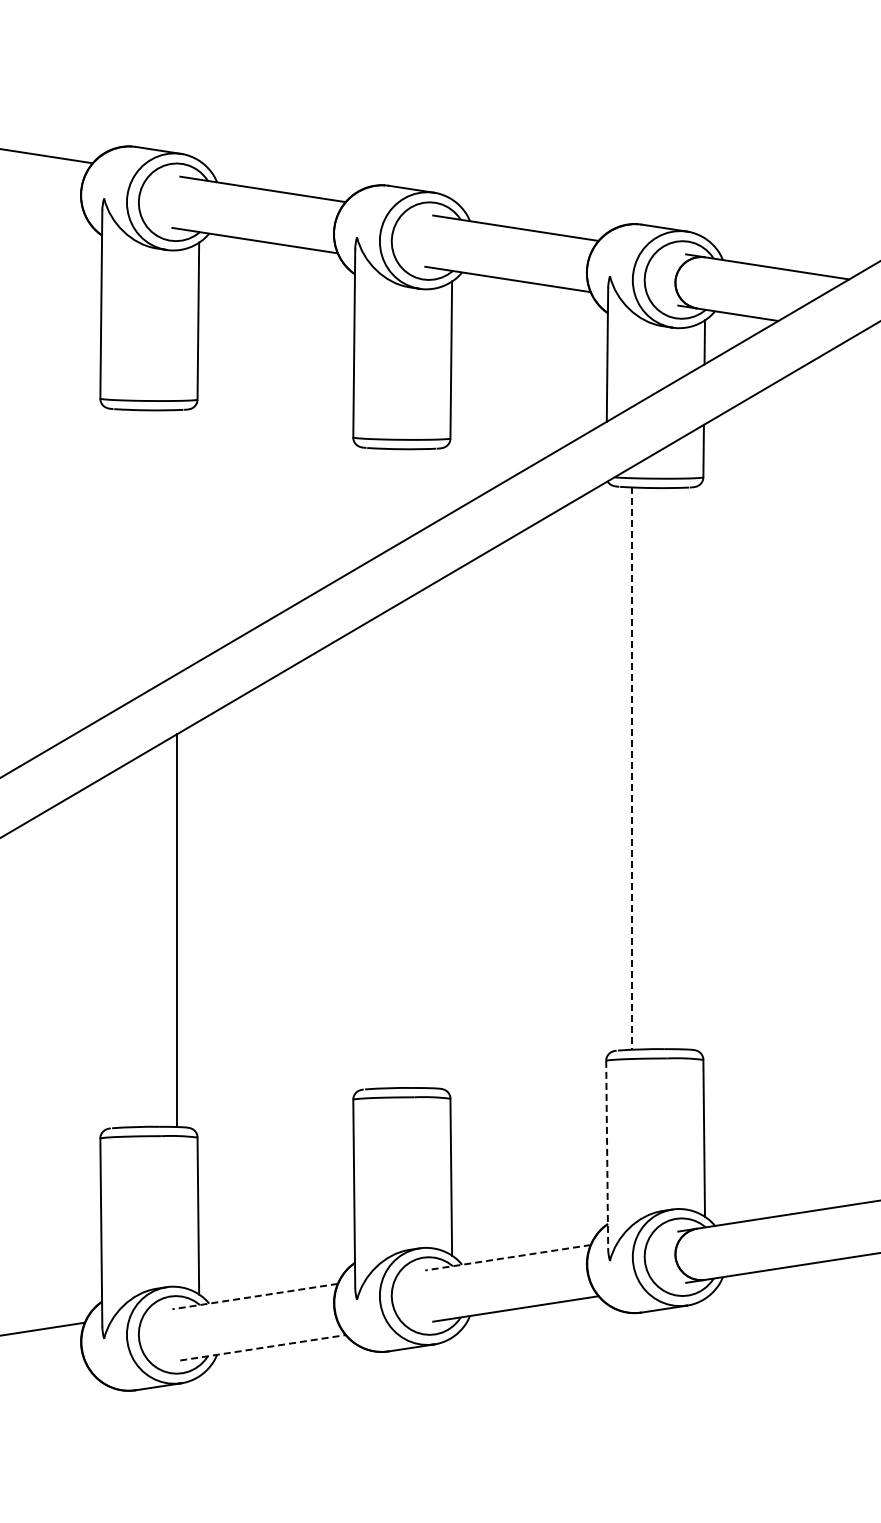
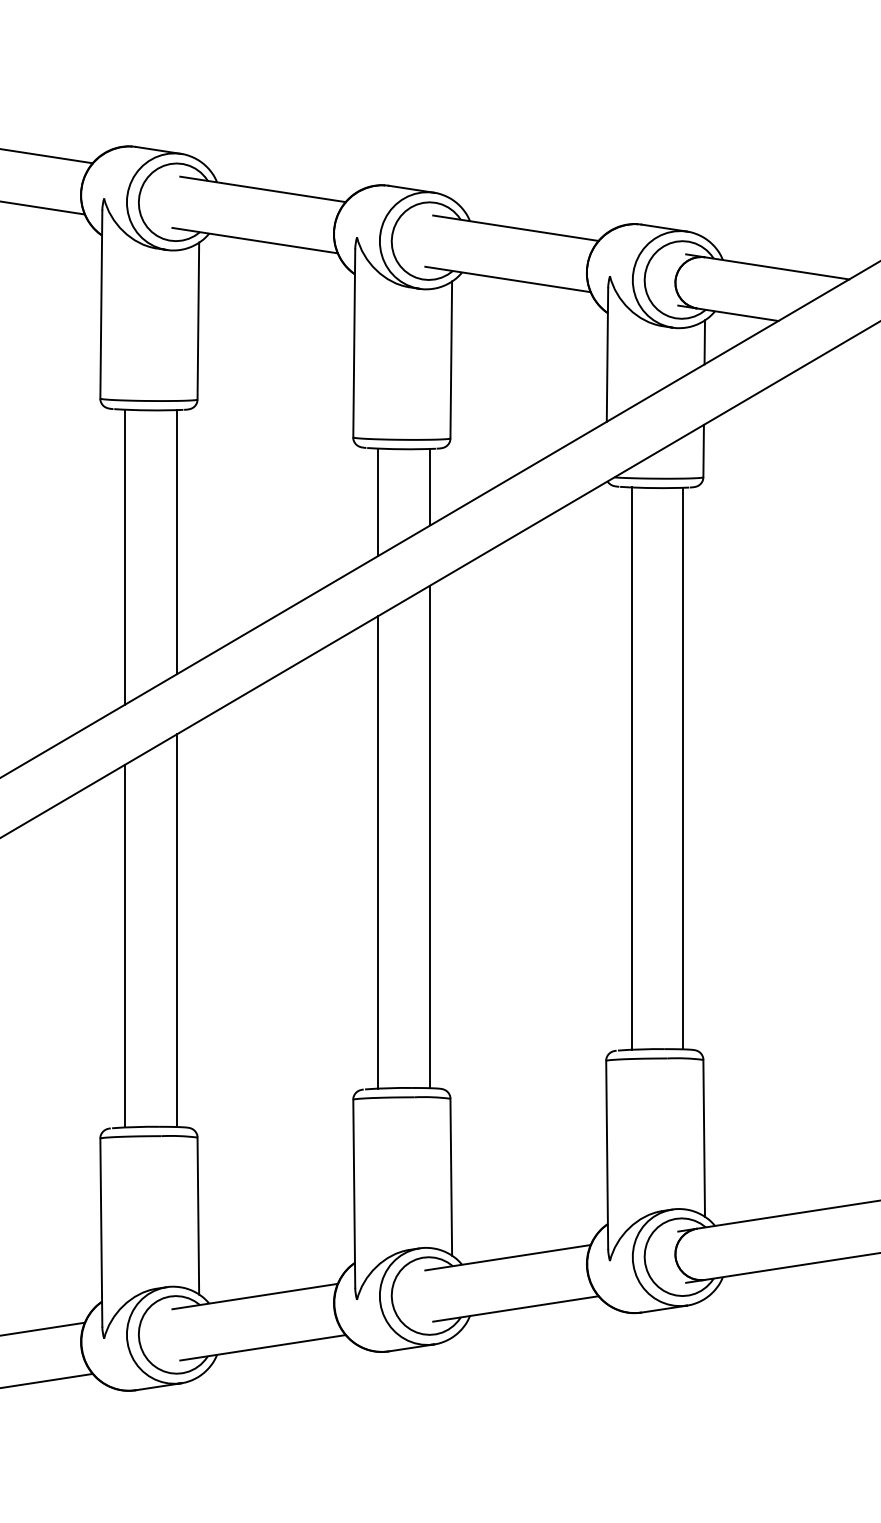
line at (43, 207): none -> present
line at (430, 486): none -> present
line at (378, 501): none -> present
line at (177, 542): none -> present
line at (125, 556): none -> present
line at (683, 768): none -> present
line at (631, 769): dashed -> solid
line at (430, 836): none -> present
line at (378, 852): none -> present
line at (125, 945): none -> present
line at (607, 1155): dashed -> solid
line at (508, 1257): dashed -> solid
line at (255, 1296): dashed -> solid
line at (263, 1347): dashed -> solid
line at (47, 1380): none -> present
